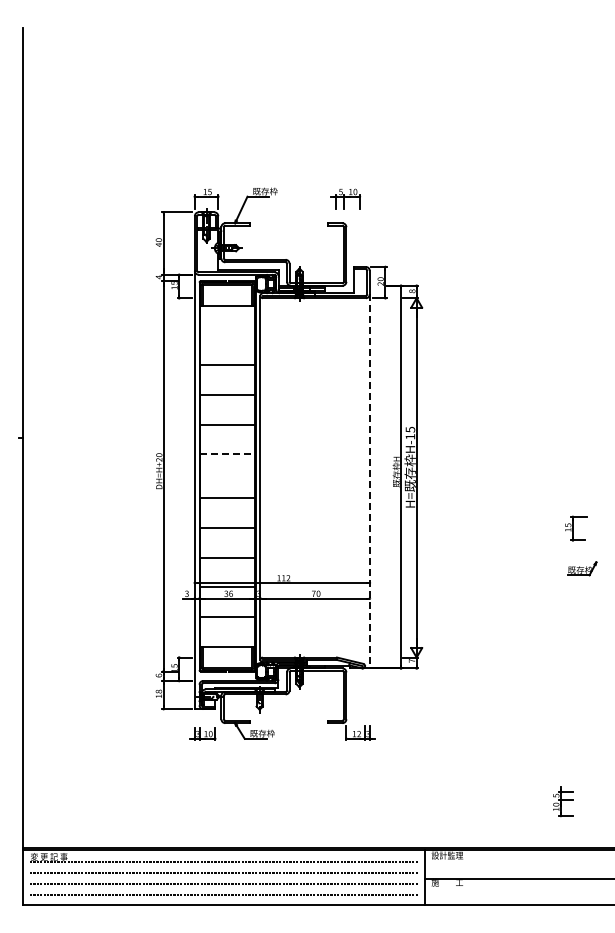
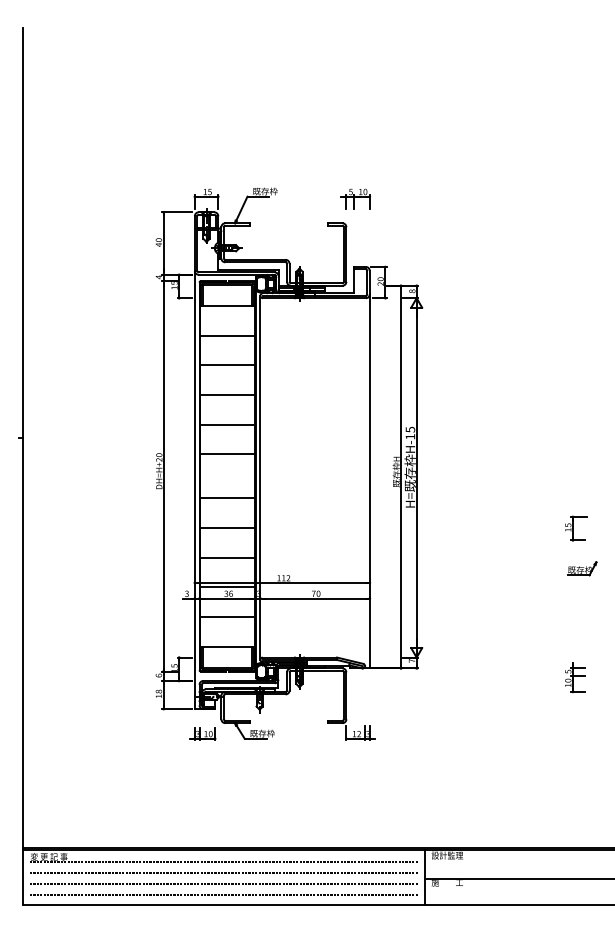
part at (345, 198) position: (345, 198) -> (355, 198)
line at (227, 335): none -> present
line at (227, 454): dashed -> solid
line at (369, 481): dashed -> solid
part at (563, 801) position: (563, 801) -> (575, 677)
